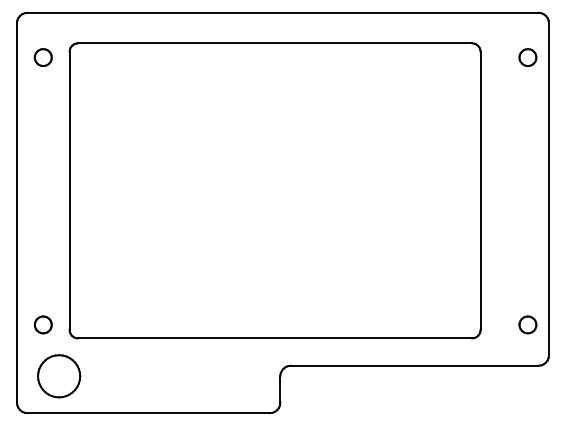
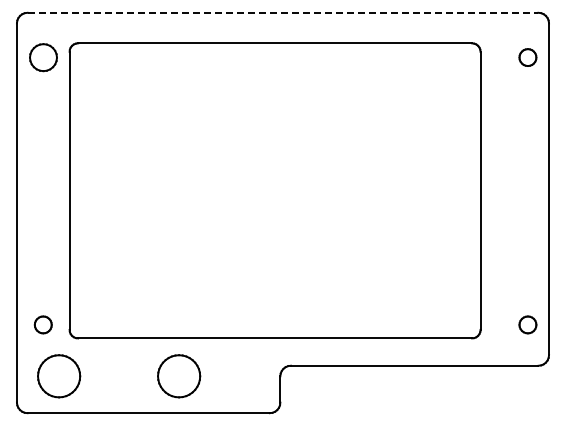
line at (283, 12): solid -> dashed
part at (42, 57) size: 20x19 px -> 29x30 px
part at (179, 376): none -> present
